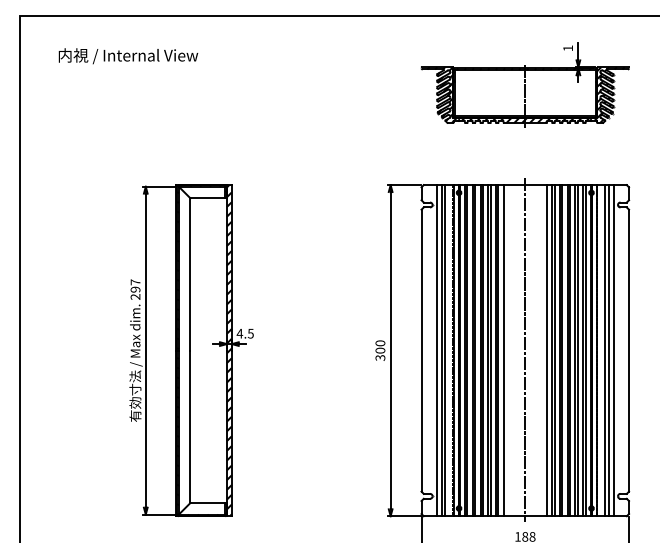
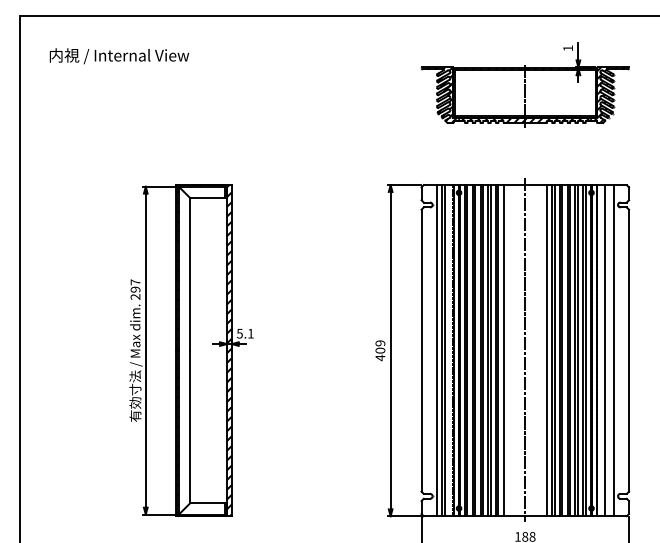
text at (128, 56) position: (128, 56) -> (119, 56)
text at (244, 333): 4.5 -> 5.1
text at (380, 350): 300 -> 409
line at (608, 350): present -> none
